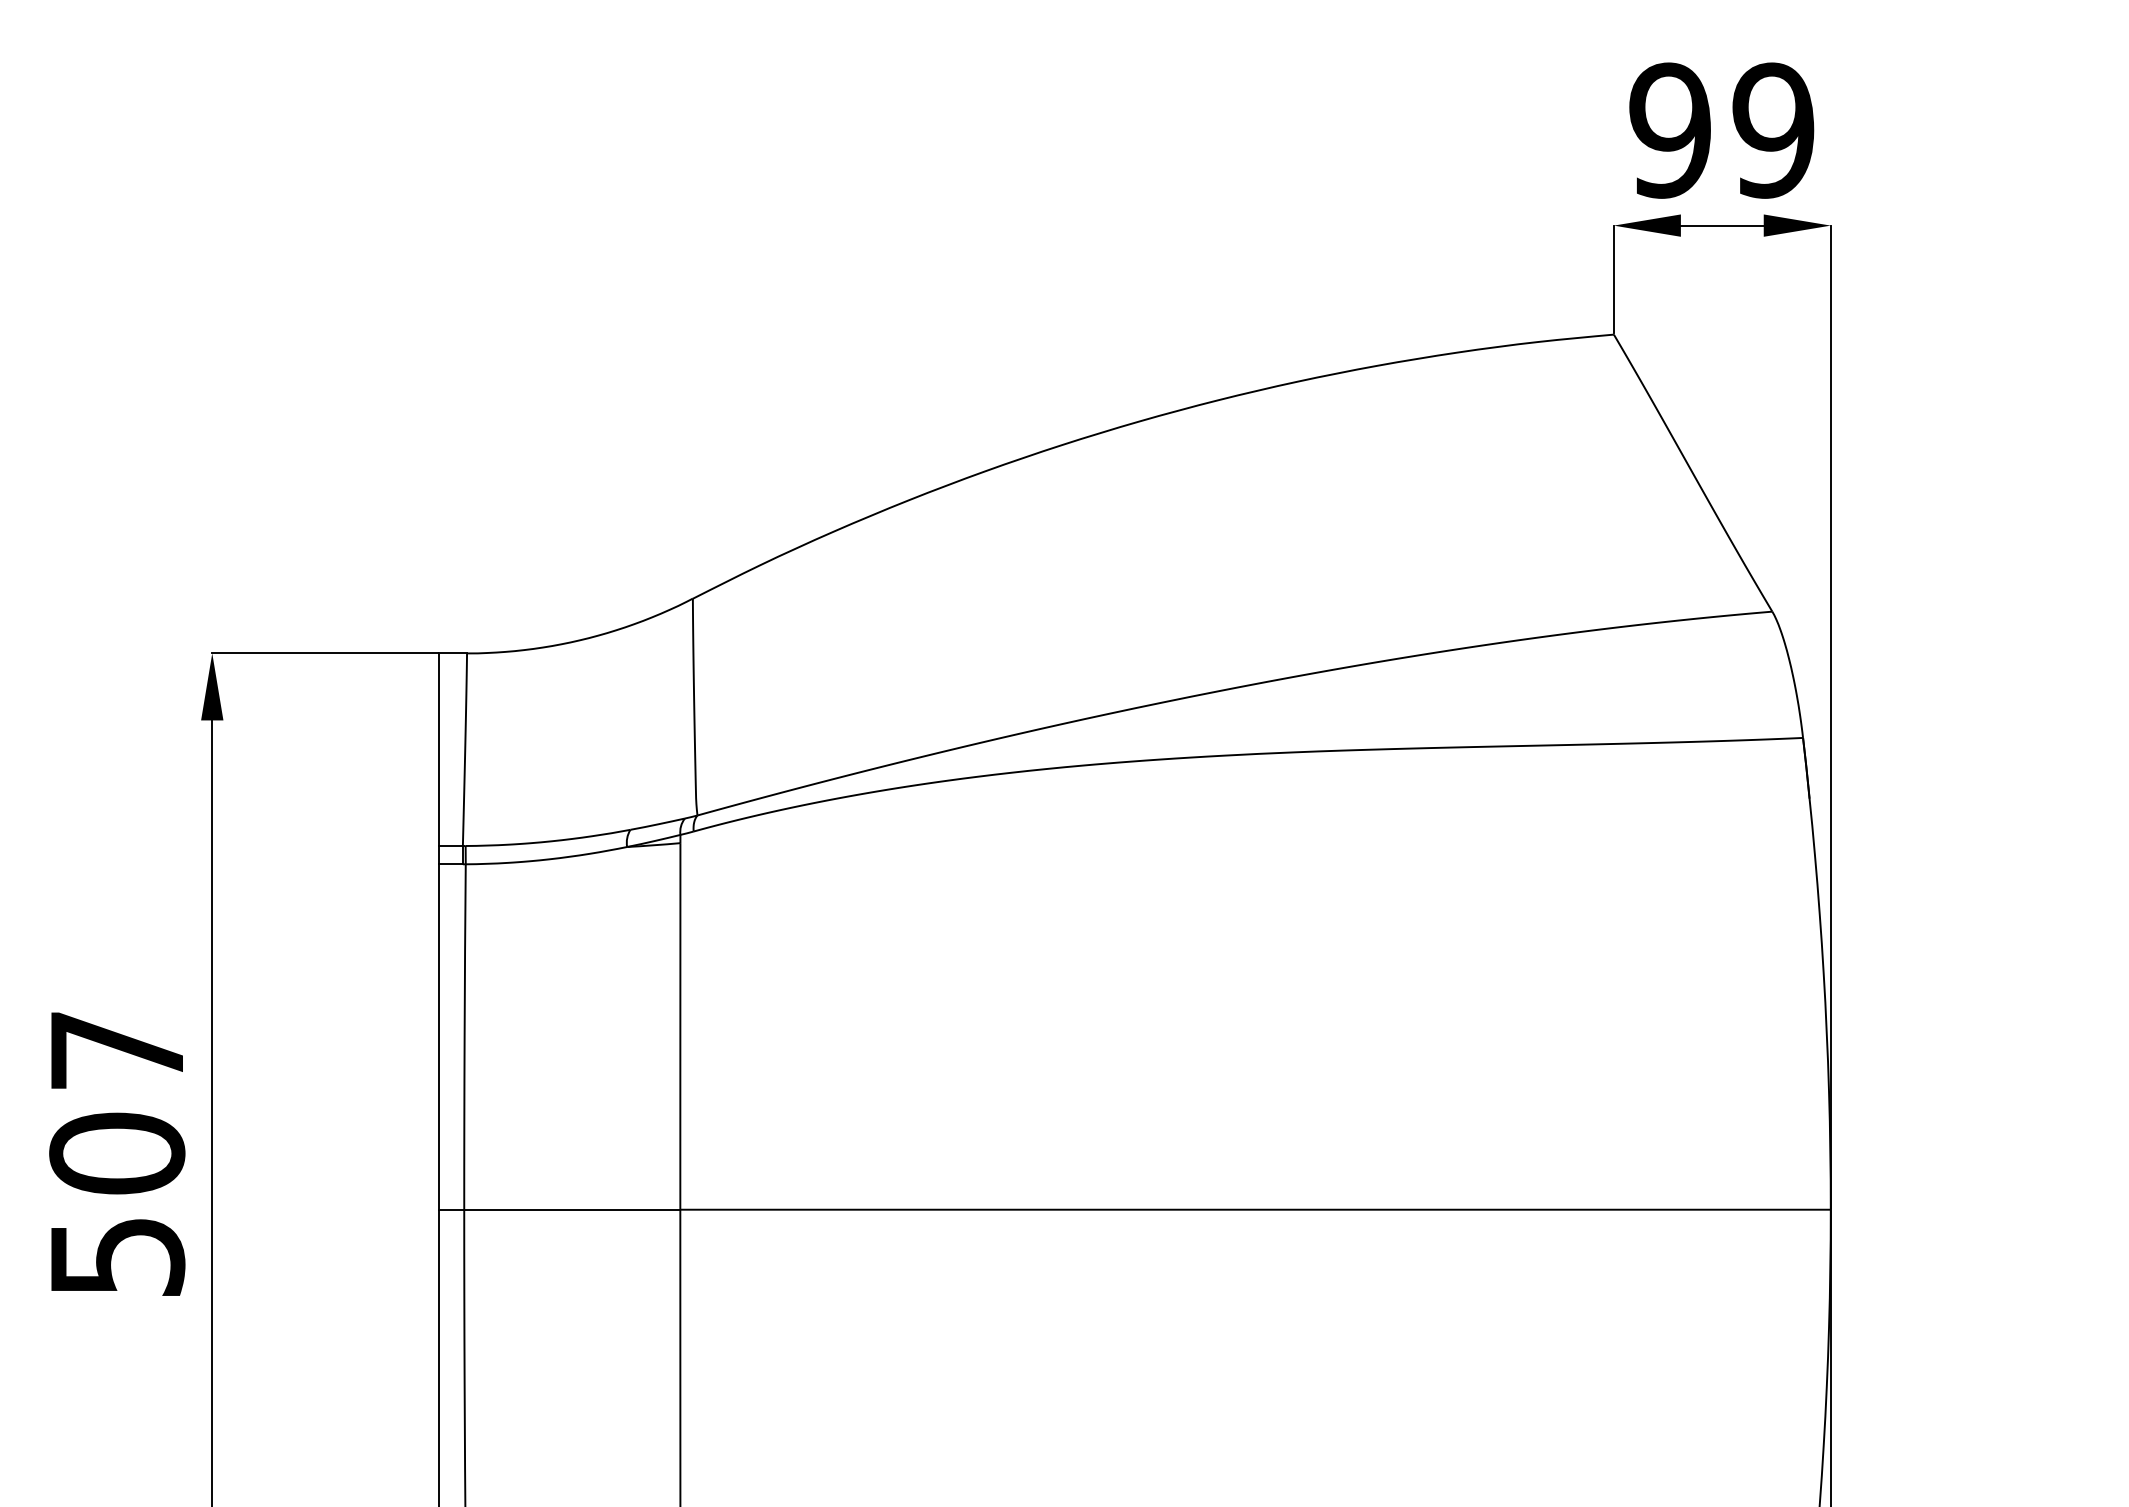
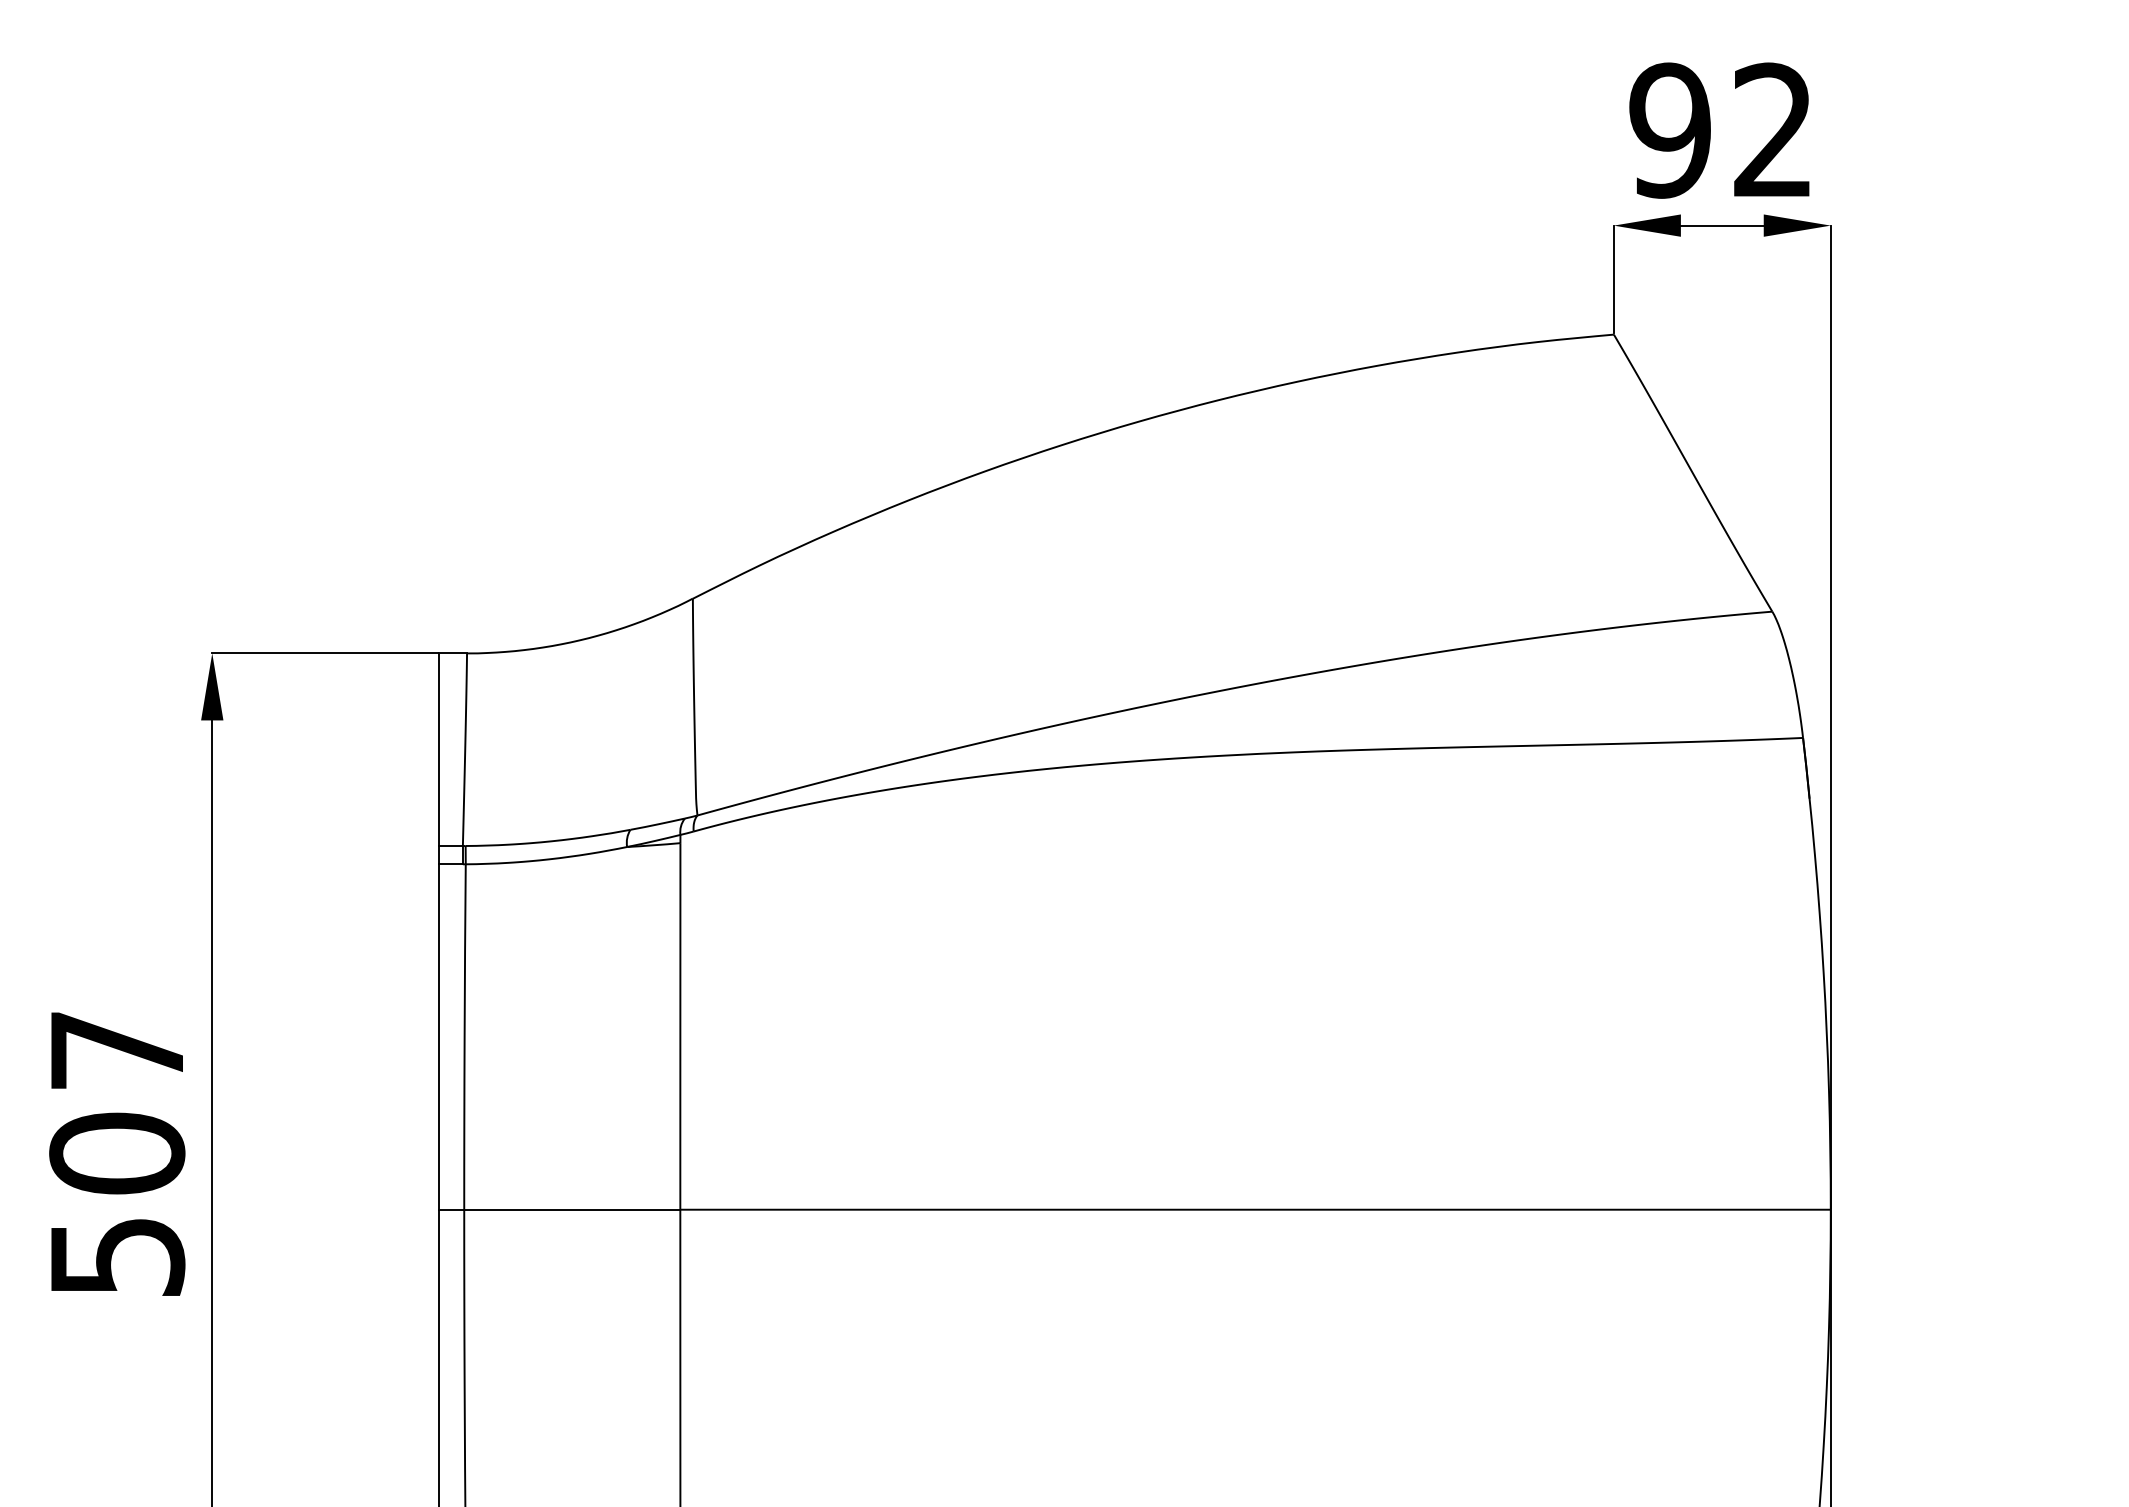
text at (1773, 130): 99 -> 92
